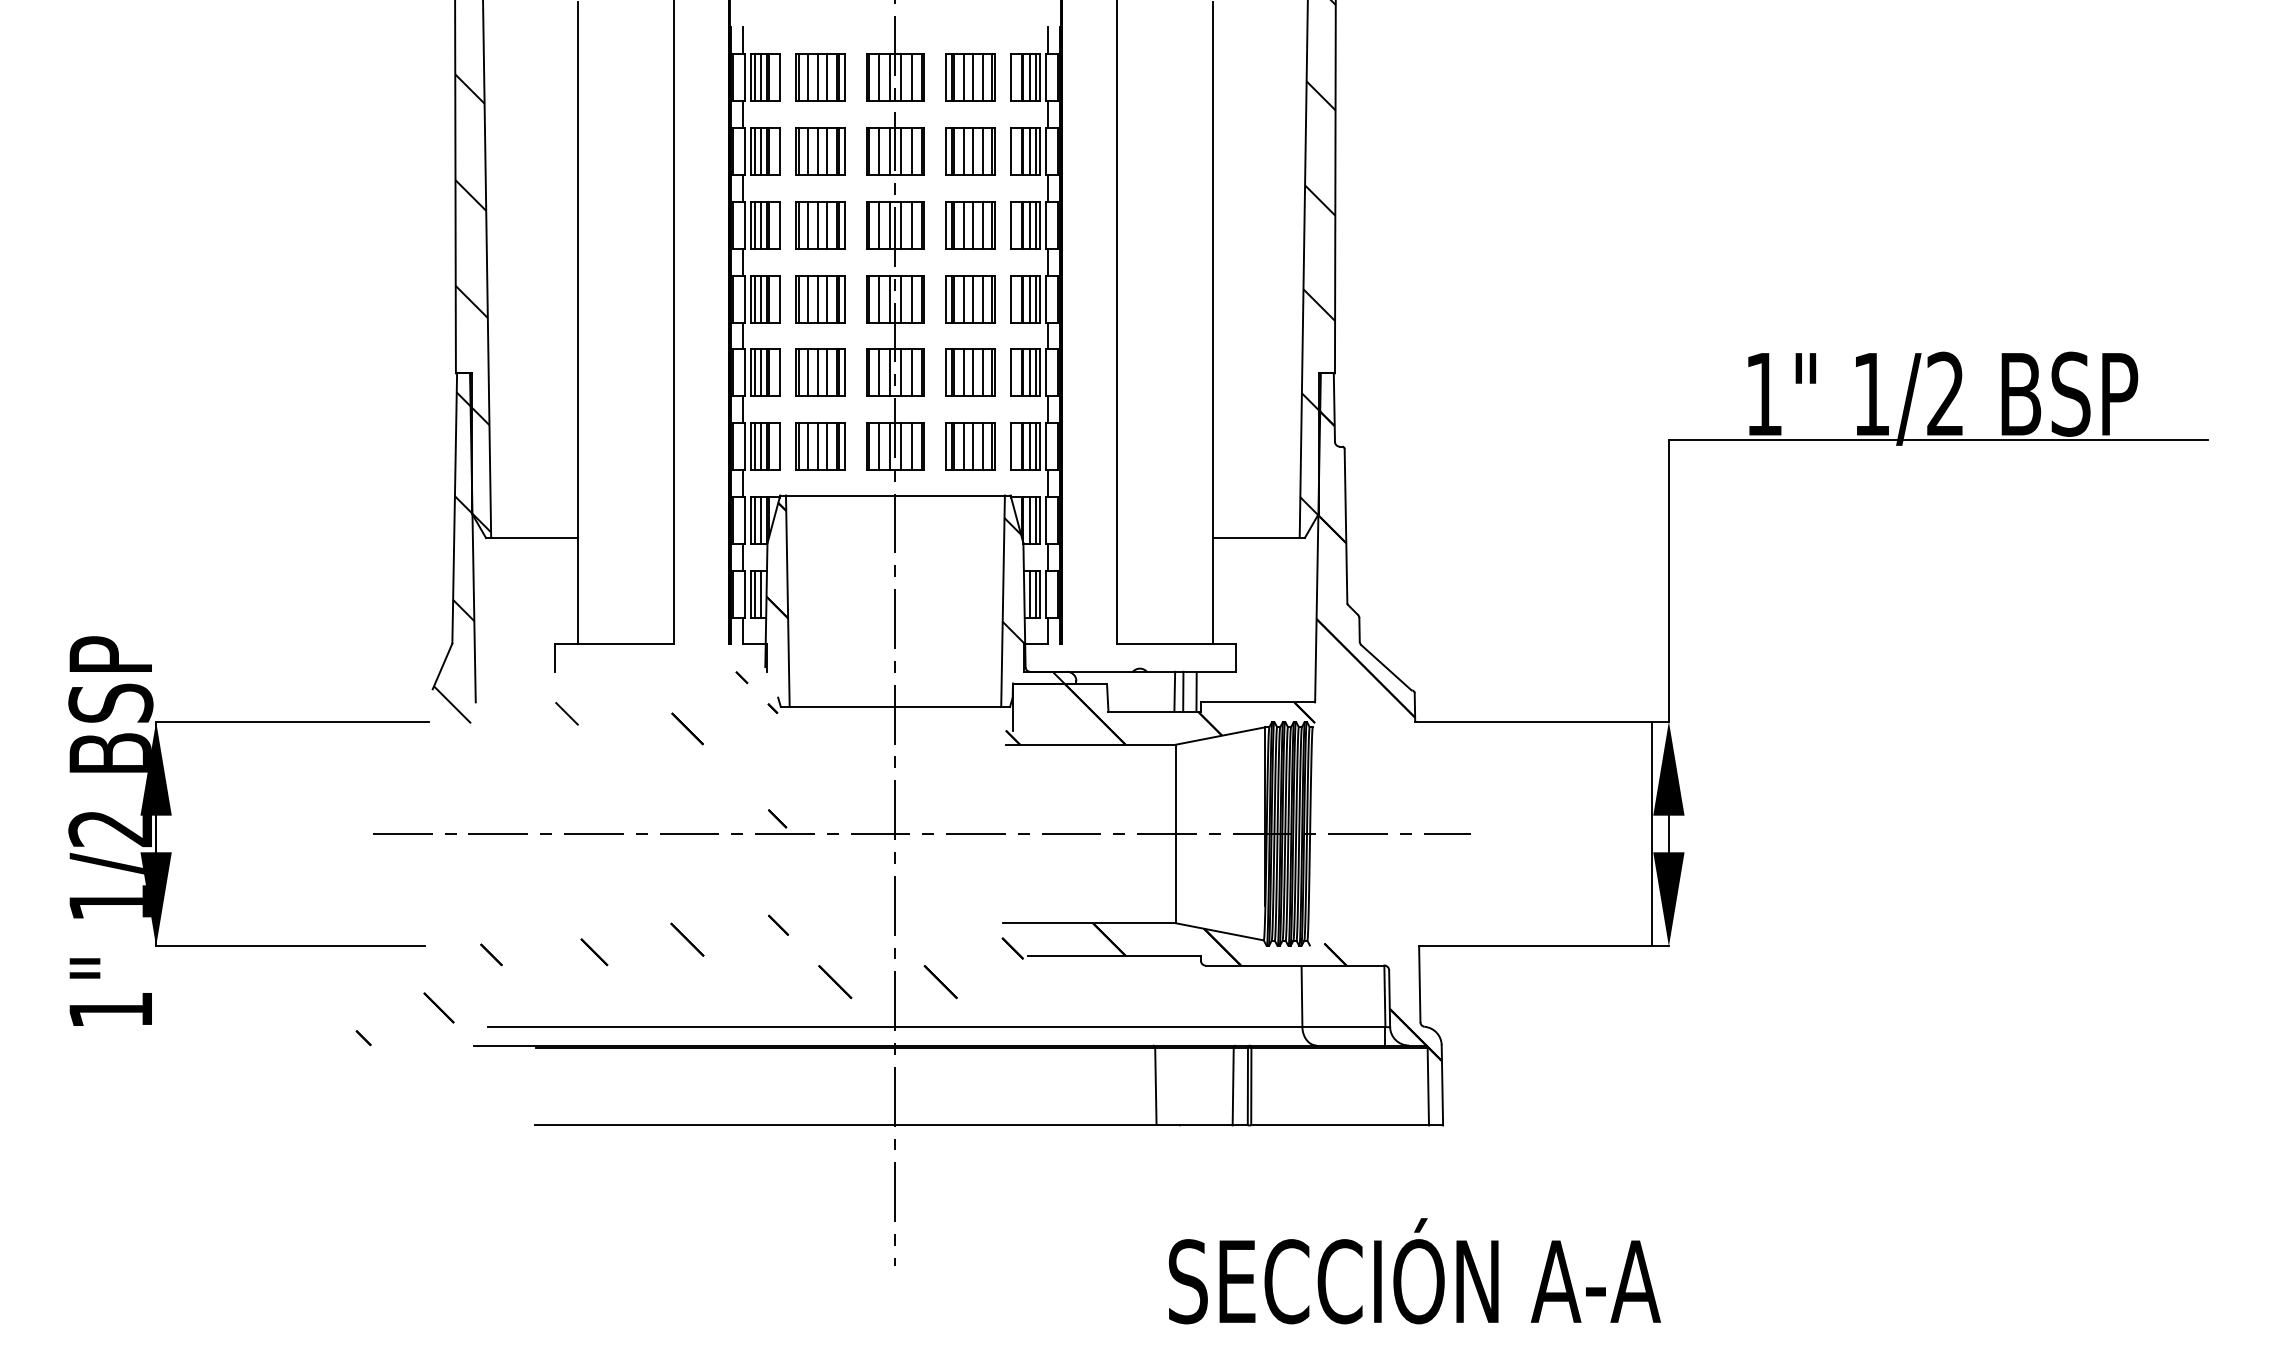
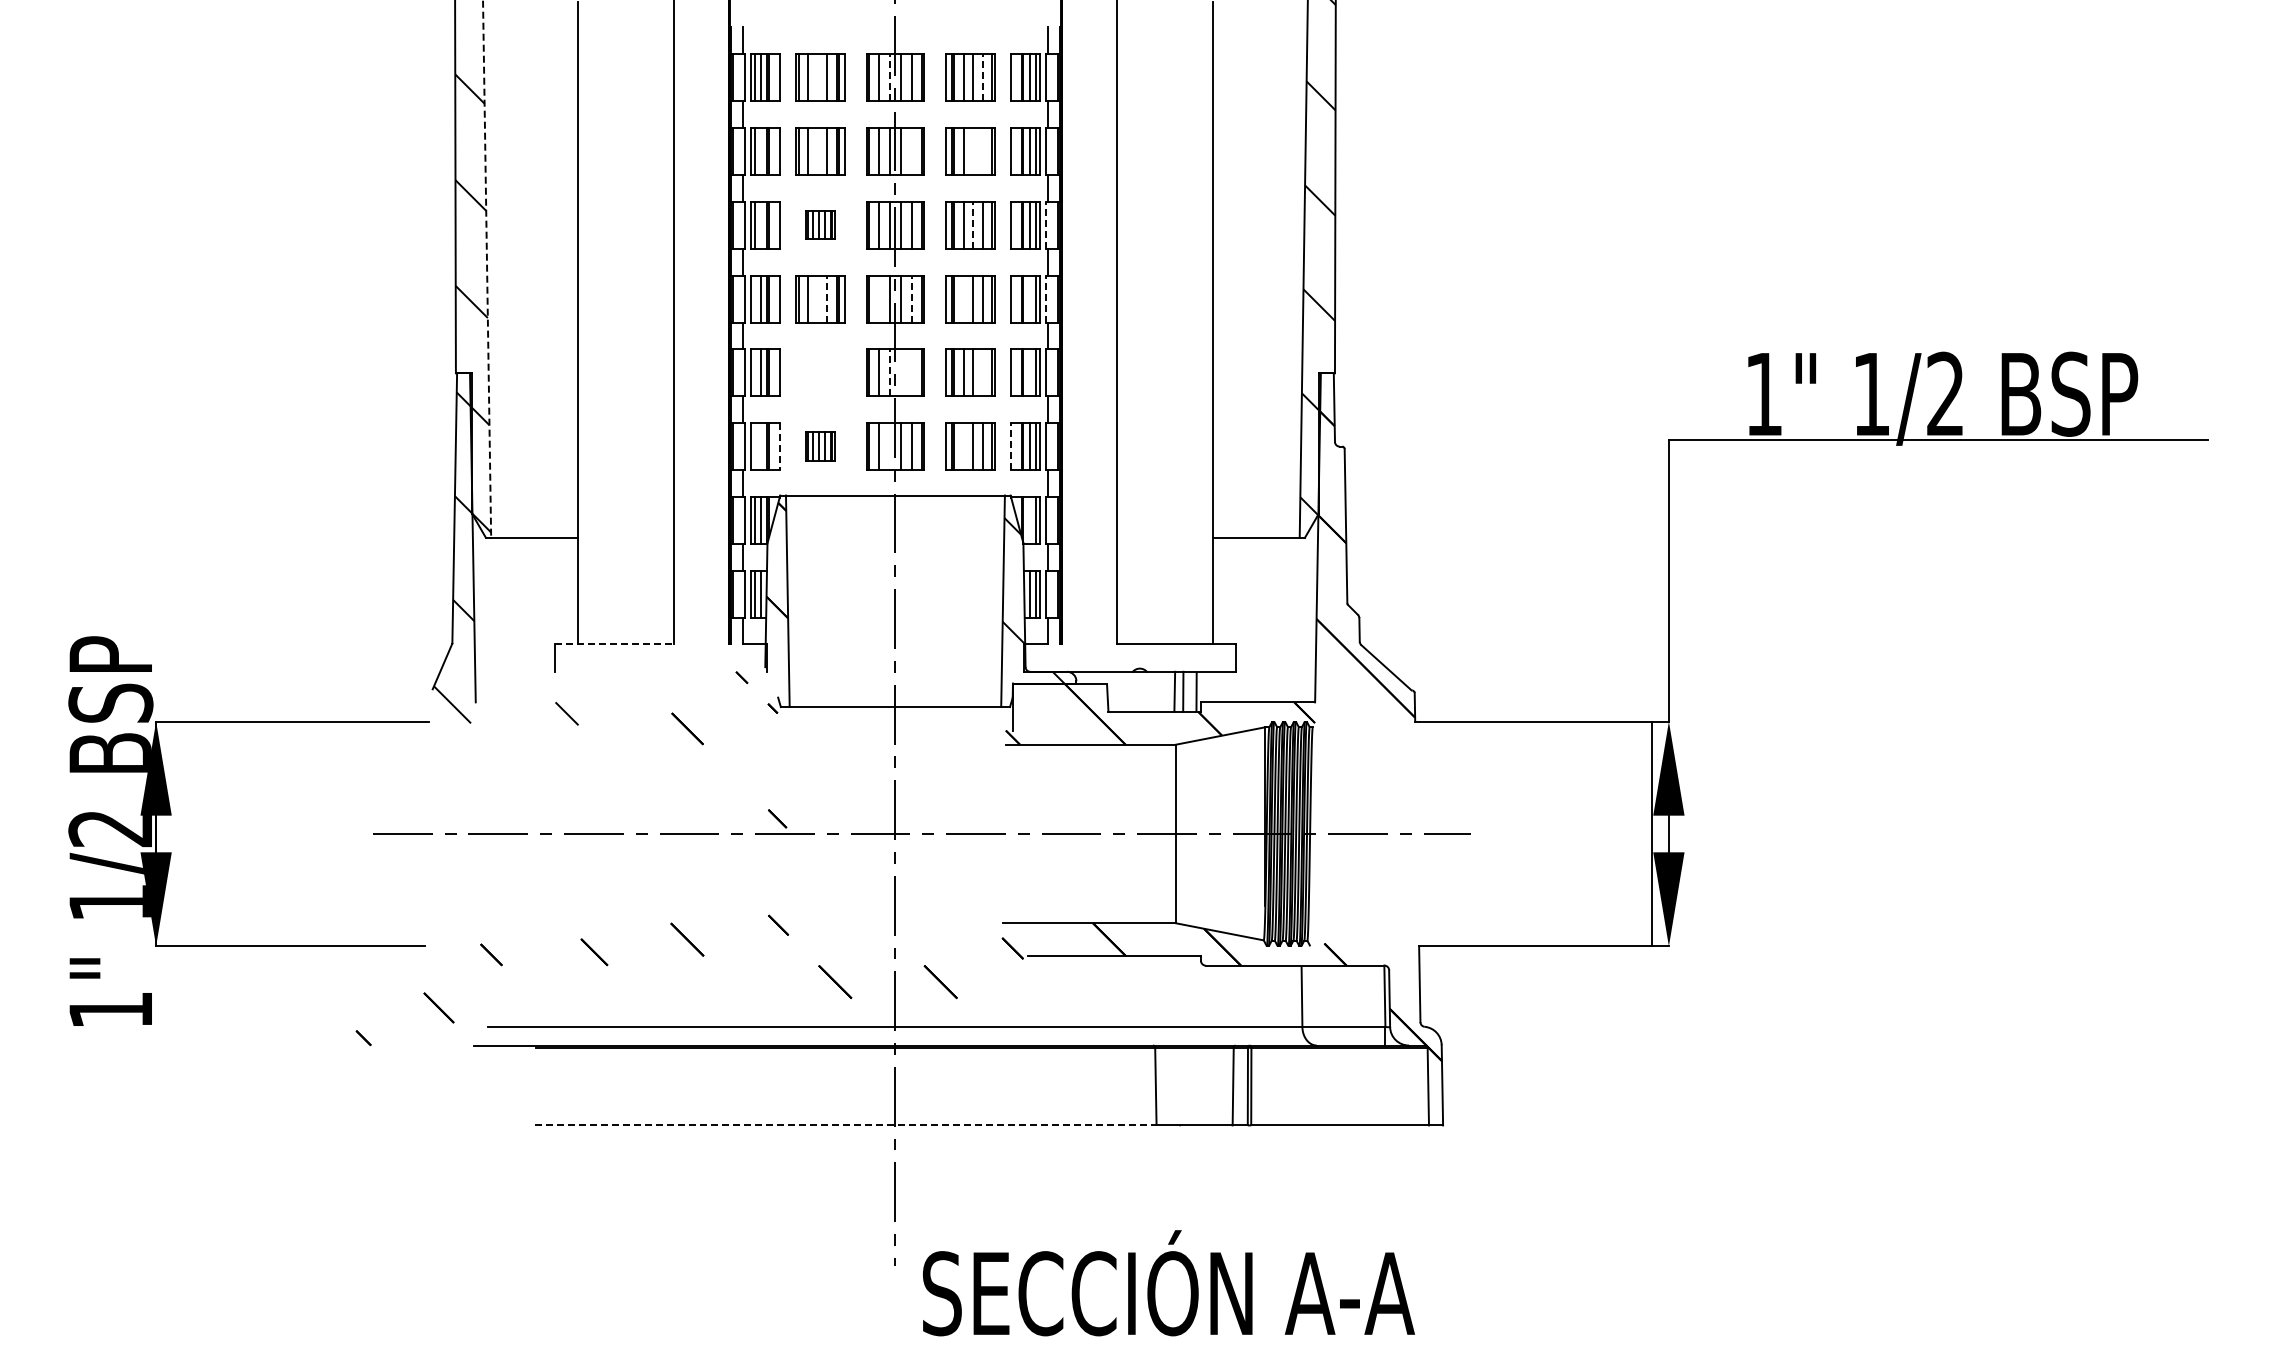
line at (817, 77): present -> none
line at (890, 77): solid -> dashed
line at (982, 77): solid -> dashed
line at (760, 150): present -> none
line at (817, 150): present -> none
line at (911, 150): present -> none
line at (973, 150): present -> none
line at (982, 150): present -> none
line at (760, 224): present -> none
part at (820, 225) size: 51x49 px -> 31x30 px
line at (973, 225): solid -> dashed
line at (1045, 225): solid -> dashed
line at (487, 269): solid -> dashed
line at (754, 298): present -> none
line at (817, 298): present -> none
line at (879, 298): present -> none
line at (963, 298): present -> none
line at (1030, 298): present -> none
line at (827, 299): solid -> dashed
line at (911, 299): solid -> dashed
line at (1045, 299): solid -> dashed
line at (754, 372): present -> none
part at (820, 372): present -> none
line at (890, 372): solid -> dashed
line at (900, 372): present -> none
line at (911, 372): present -> none
line at (982, 372): present -> none
line at (1030, 372): present -> none
line at (754, 446): present -> none
line at (760, 446): present -> none
line at (779, 446): solid -> dashed
part at (820, 446) size: 51x49 px -> 31x31 px
line at (890, 446): present -> none
line at (963, 446): present -> none
line at (1011, 446): solid -> dashed
line at (1030, 519): present -> none
line at (614, 643): solid -> dashed
line at (845, 1125): solid -> dashed
text at (1414, 1271) position: (1414, 1271) -> (1168, 1283)
